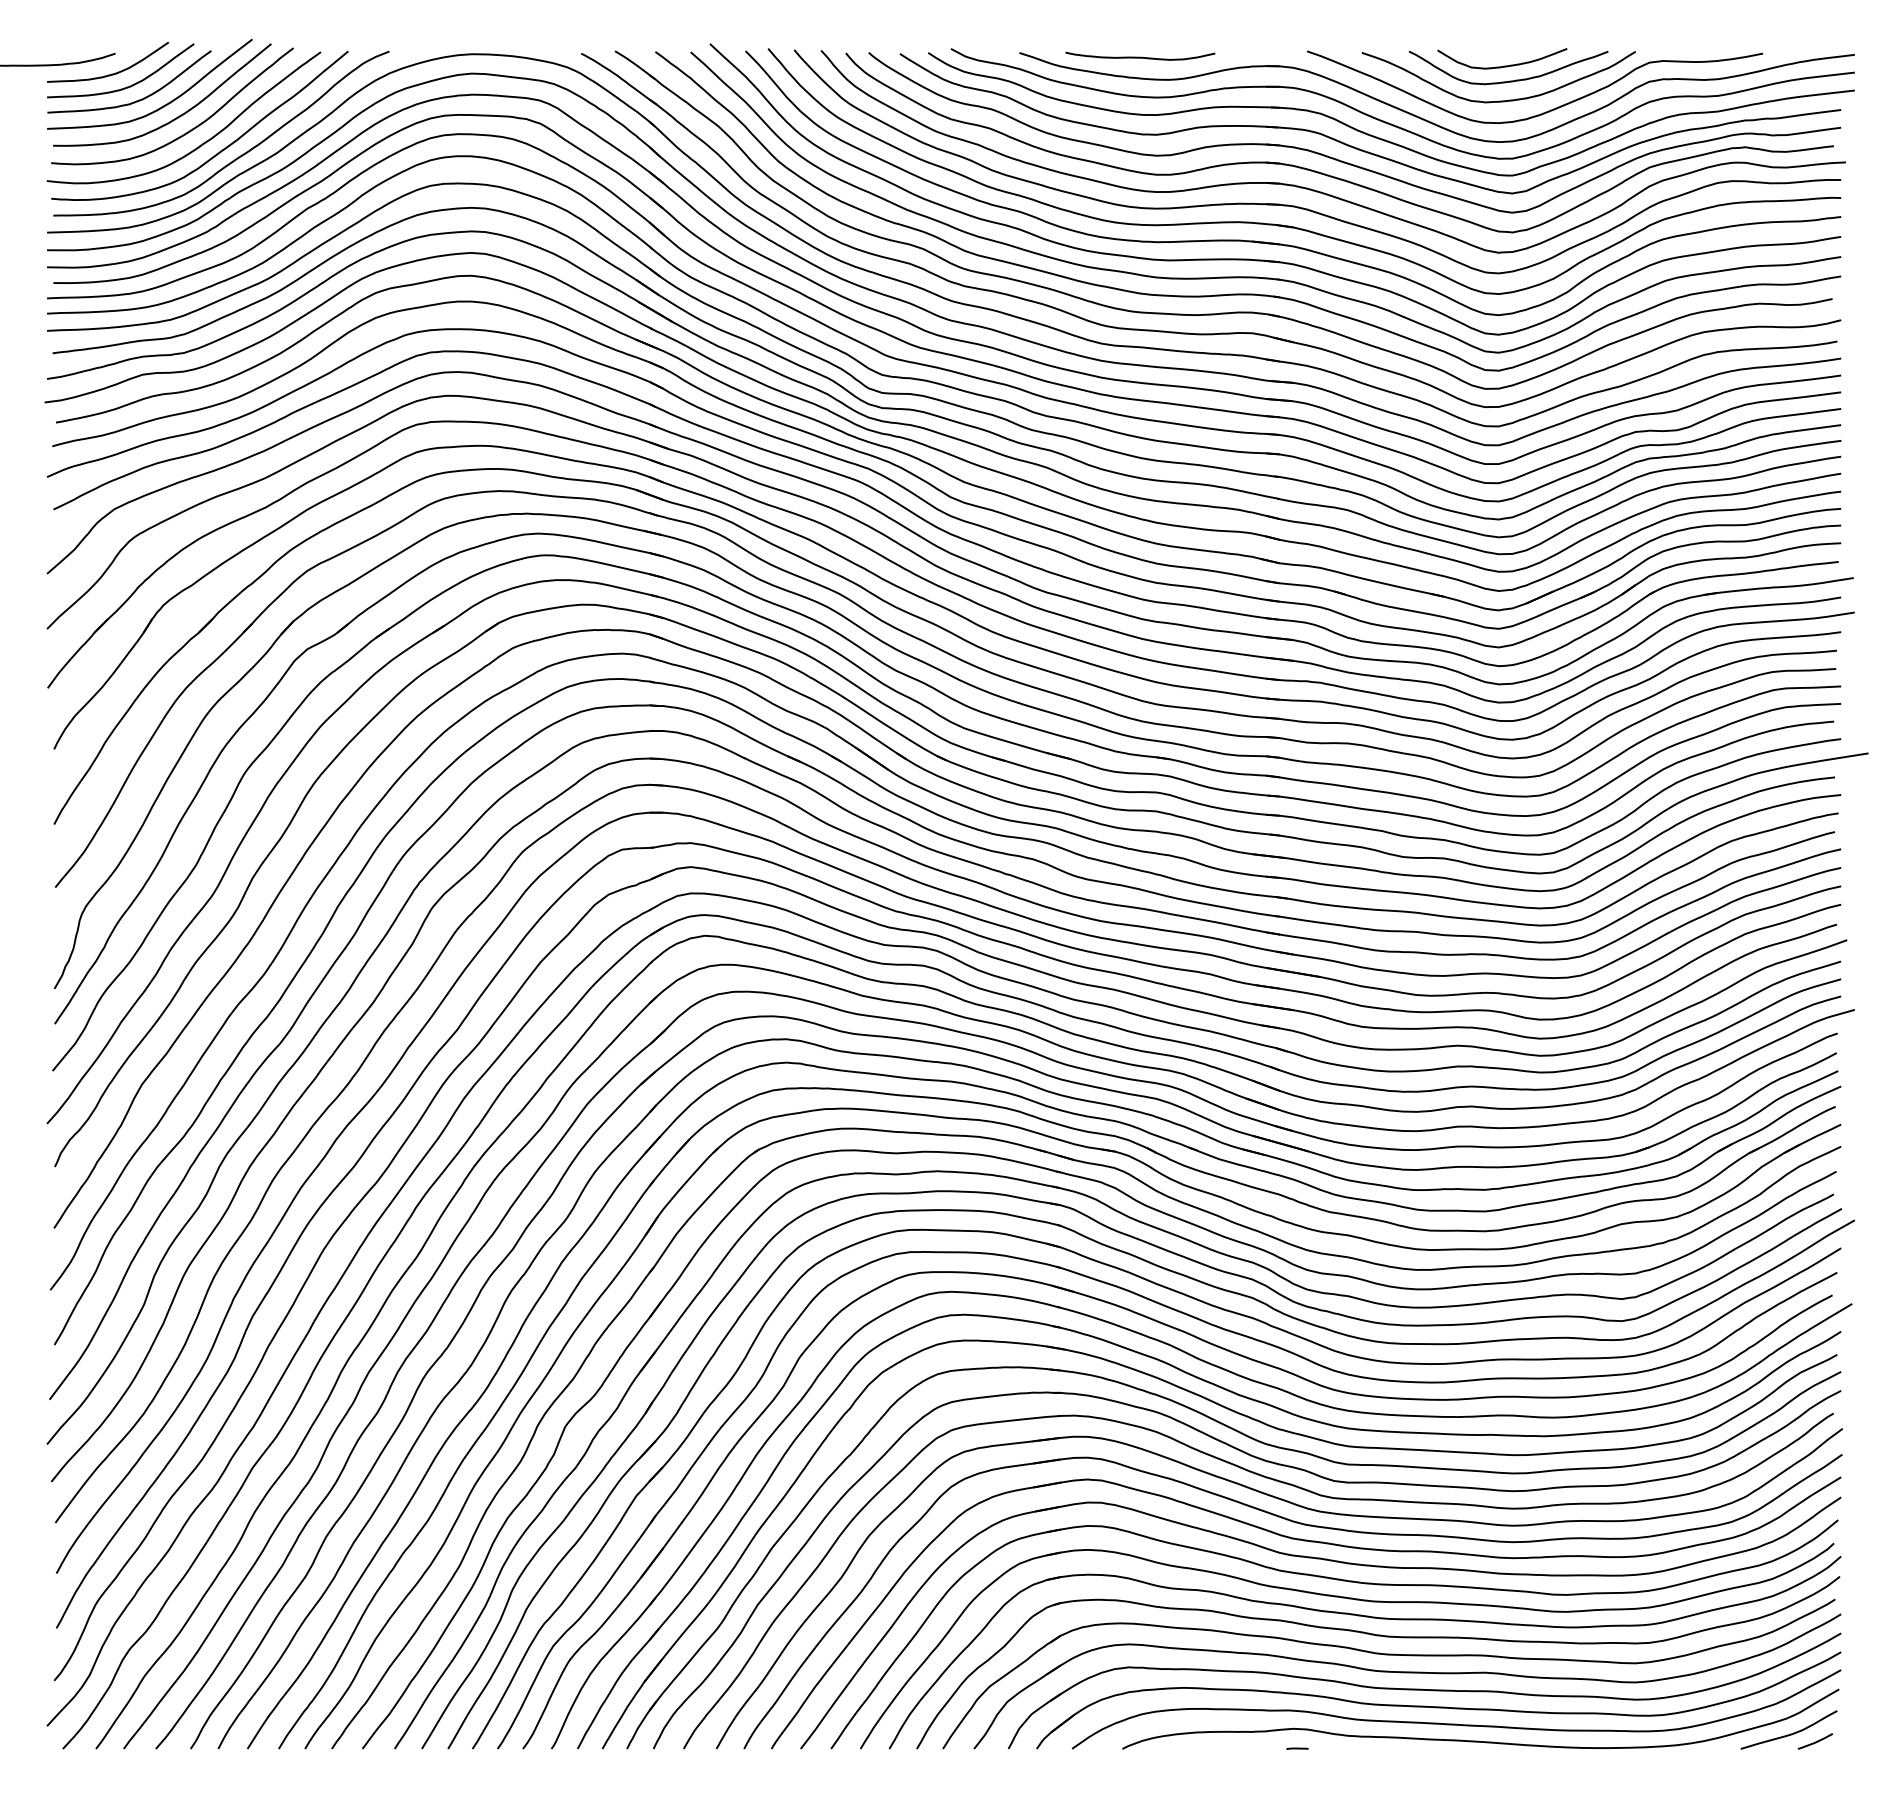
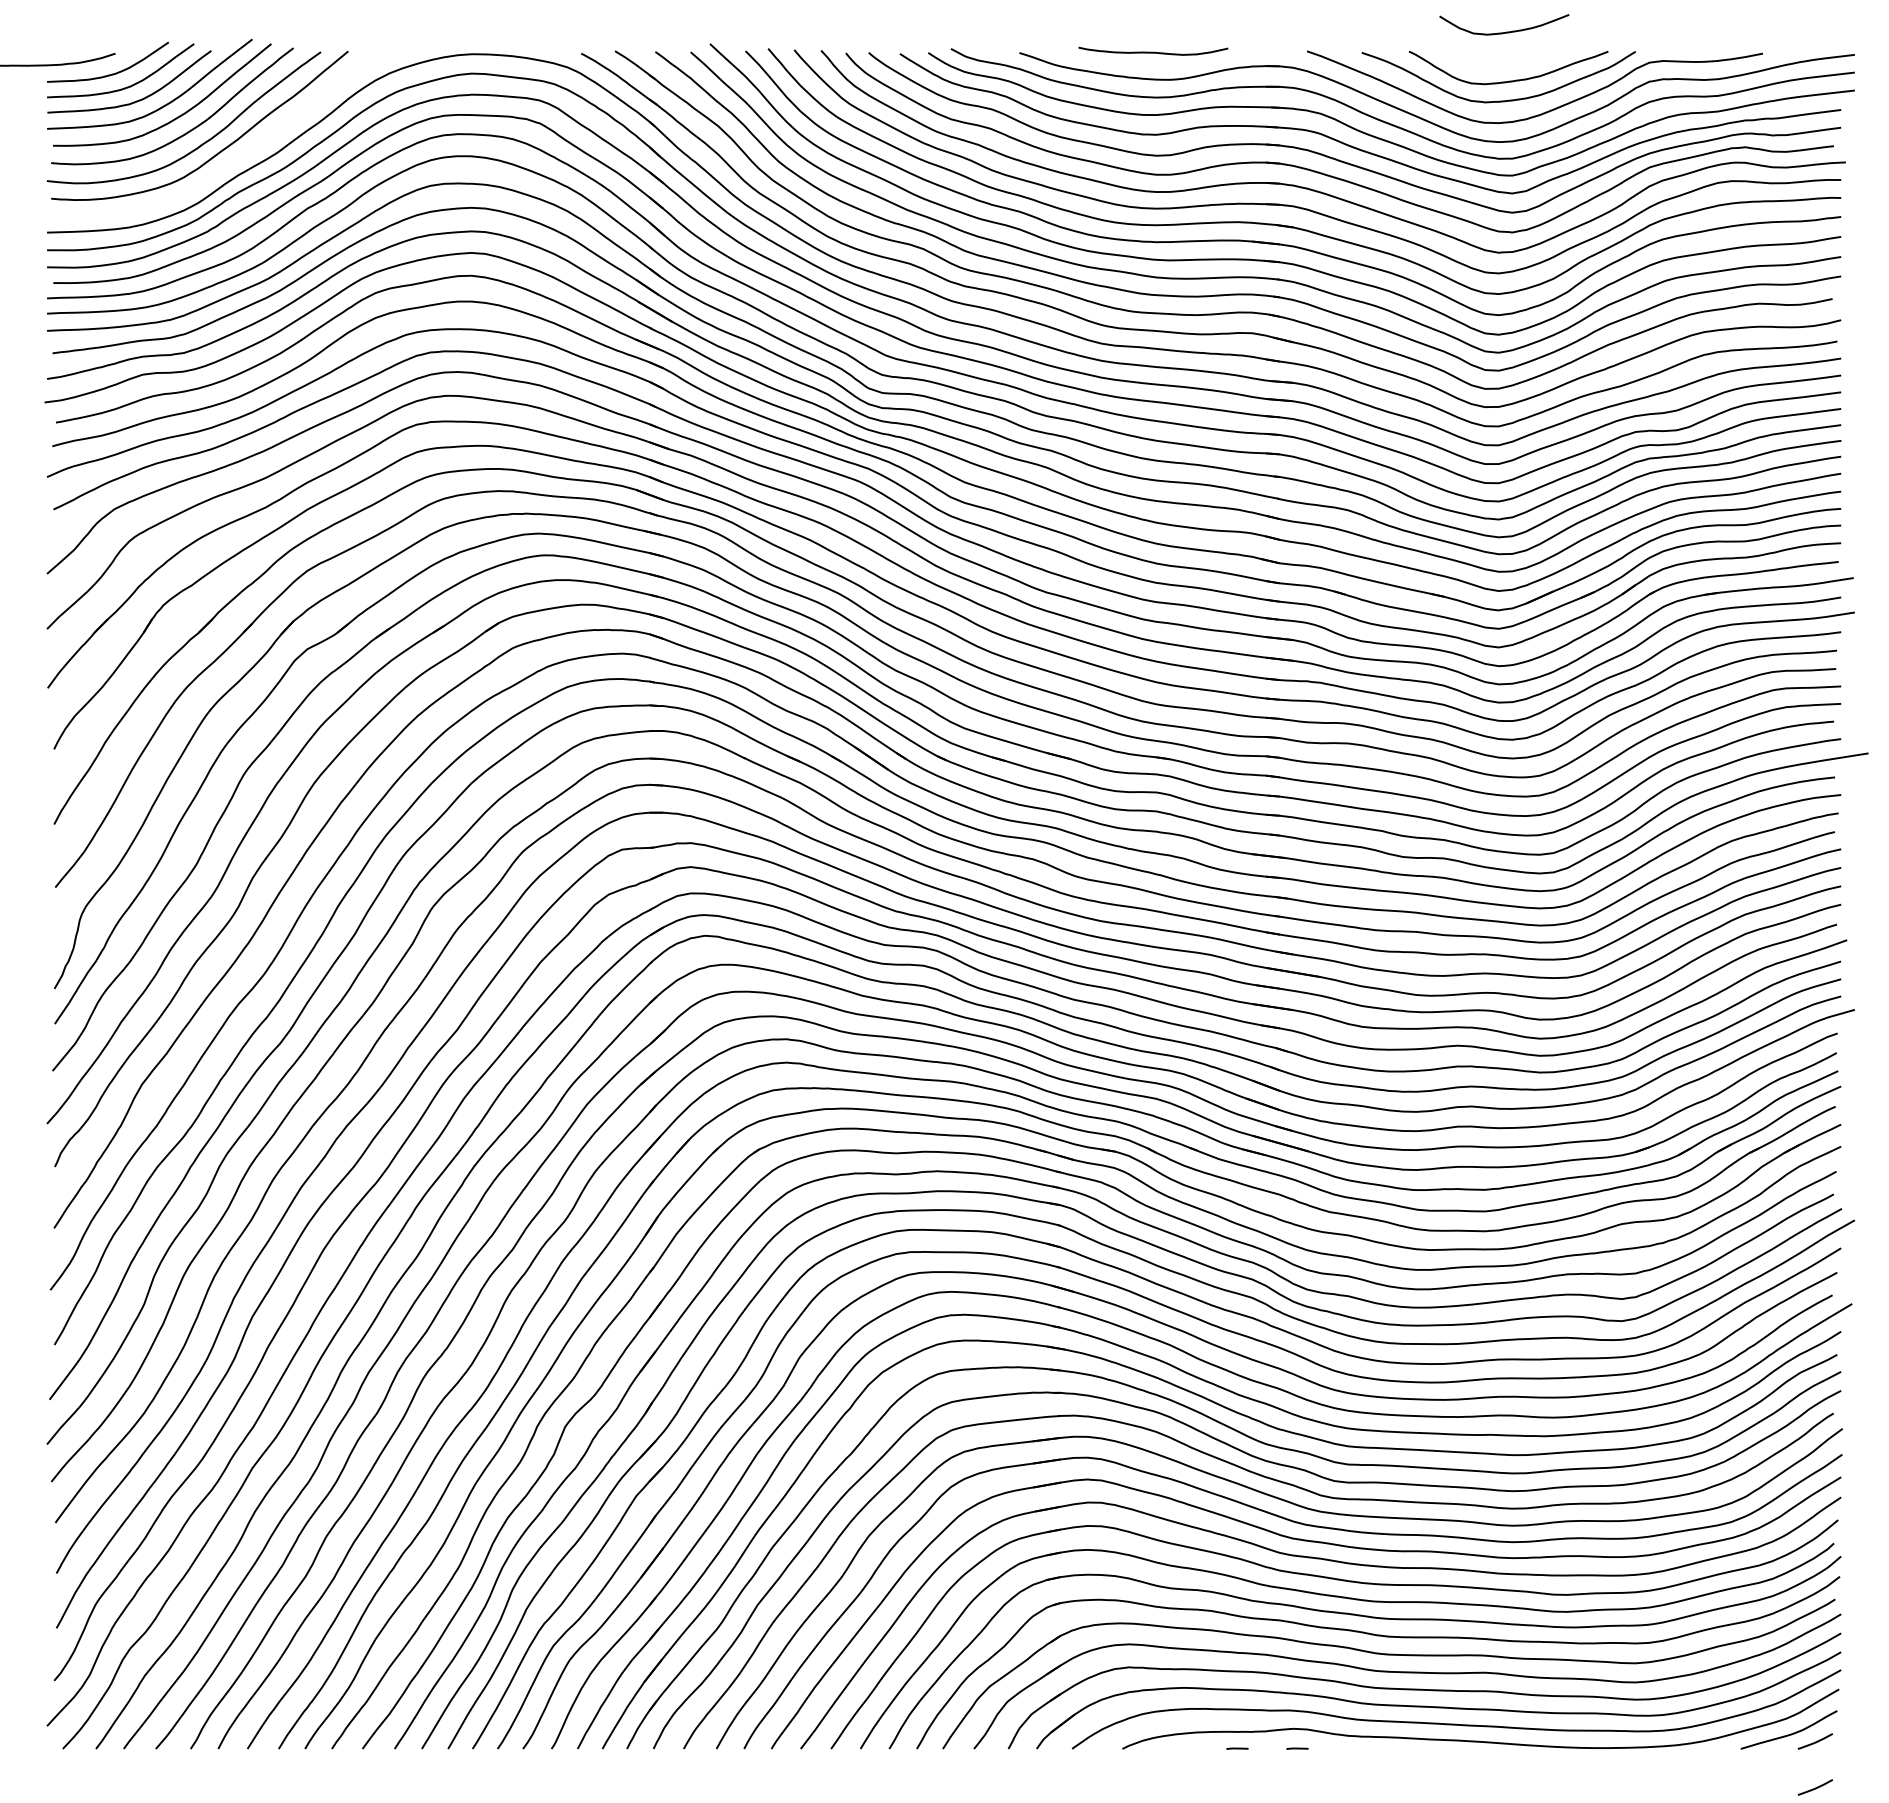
curve at (1140, 56) position: (1140, 56) -> (1153, 51)
curve at (1503, 65) position: (1503, 65) -> (1505, 31)
curve at (238, 156): present -> none
line at (1237, 1748): none -> present
curve at (1815, 1787): none -> present
